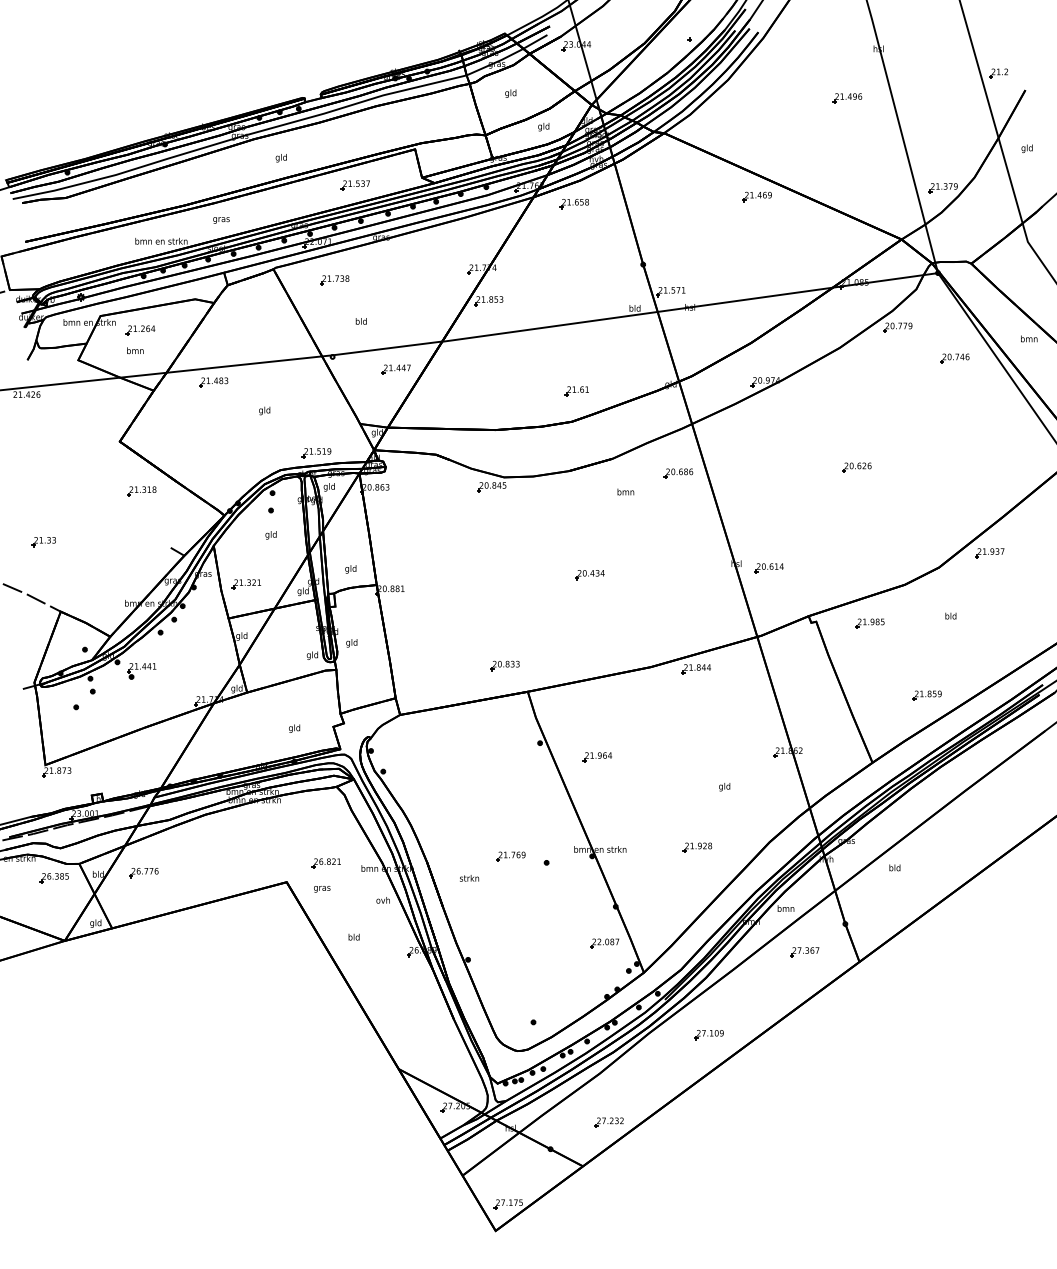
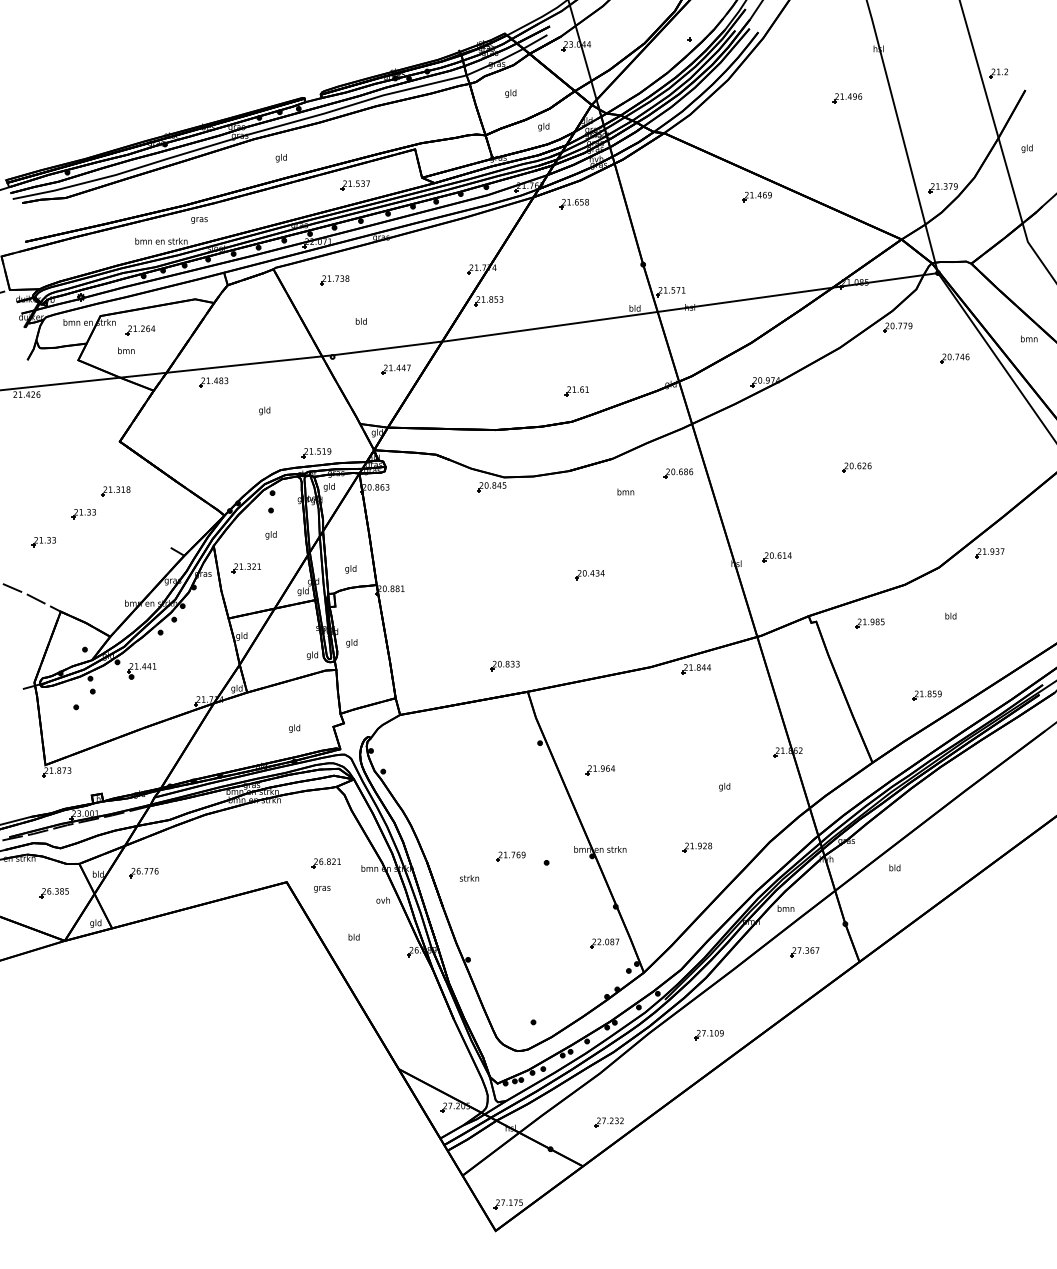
text at (221, 220) position: (221, 220) -> (199, 220)
text at (135, 350) position: (135, 350) -> (126, 350)
part at (141, 491) position: (141, 491) -> (115, 491)
part at (83, 514): none -> present
part at (768, 568) position: (768, 568) -> (776, 557)
part at (246, 584) position: (246, 584) -> (246, 568)
part at (596, 757) position: (596, 757) -> (599, 770)
part at (53, 878) position: (53, 878) -> (53, 893)
